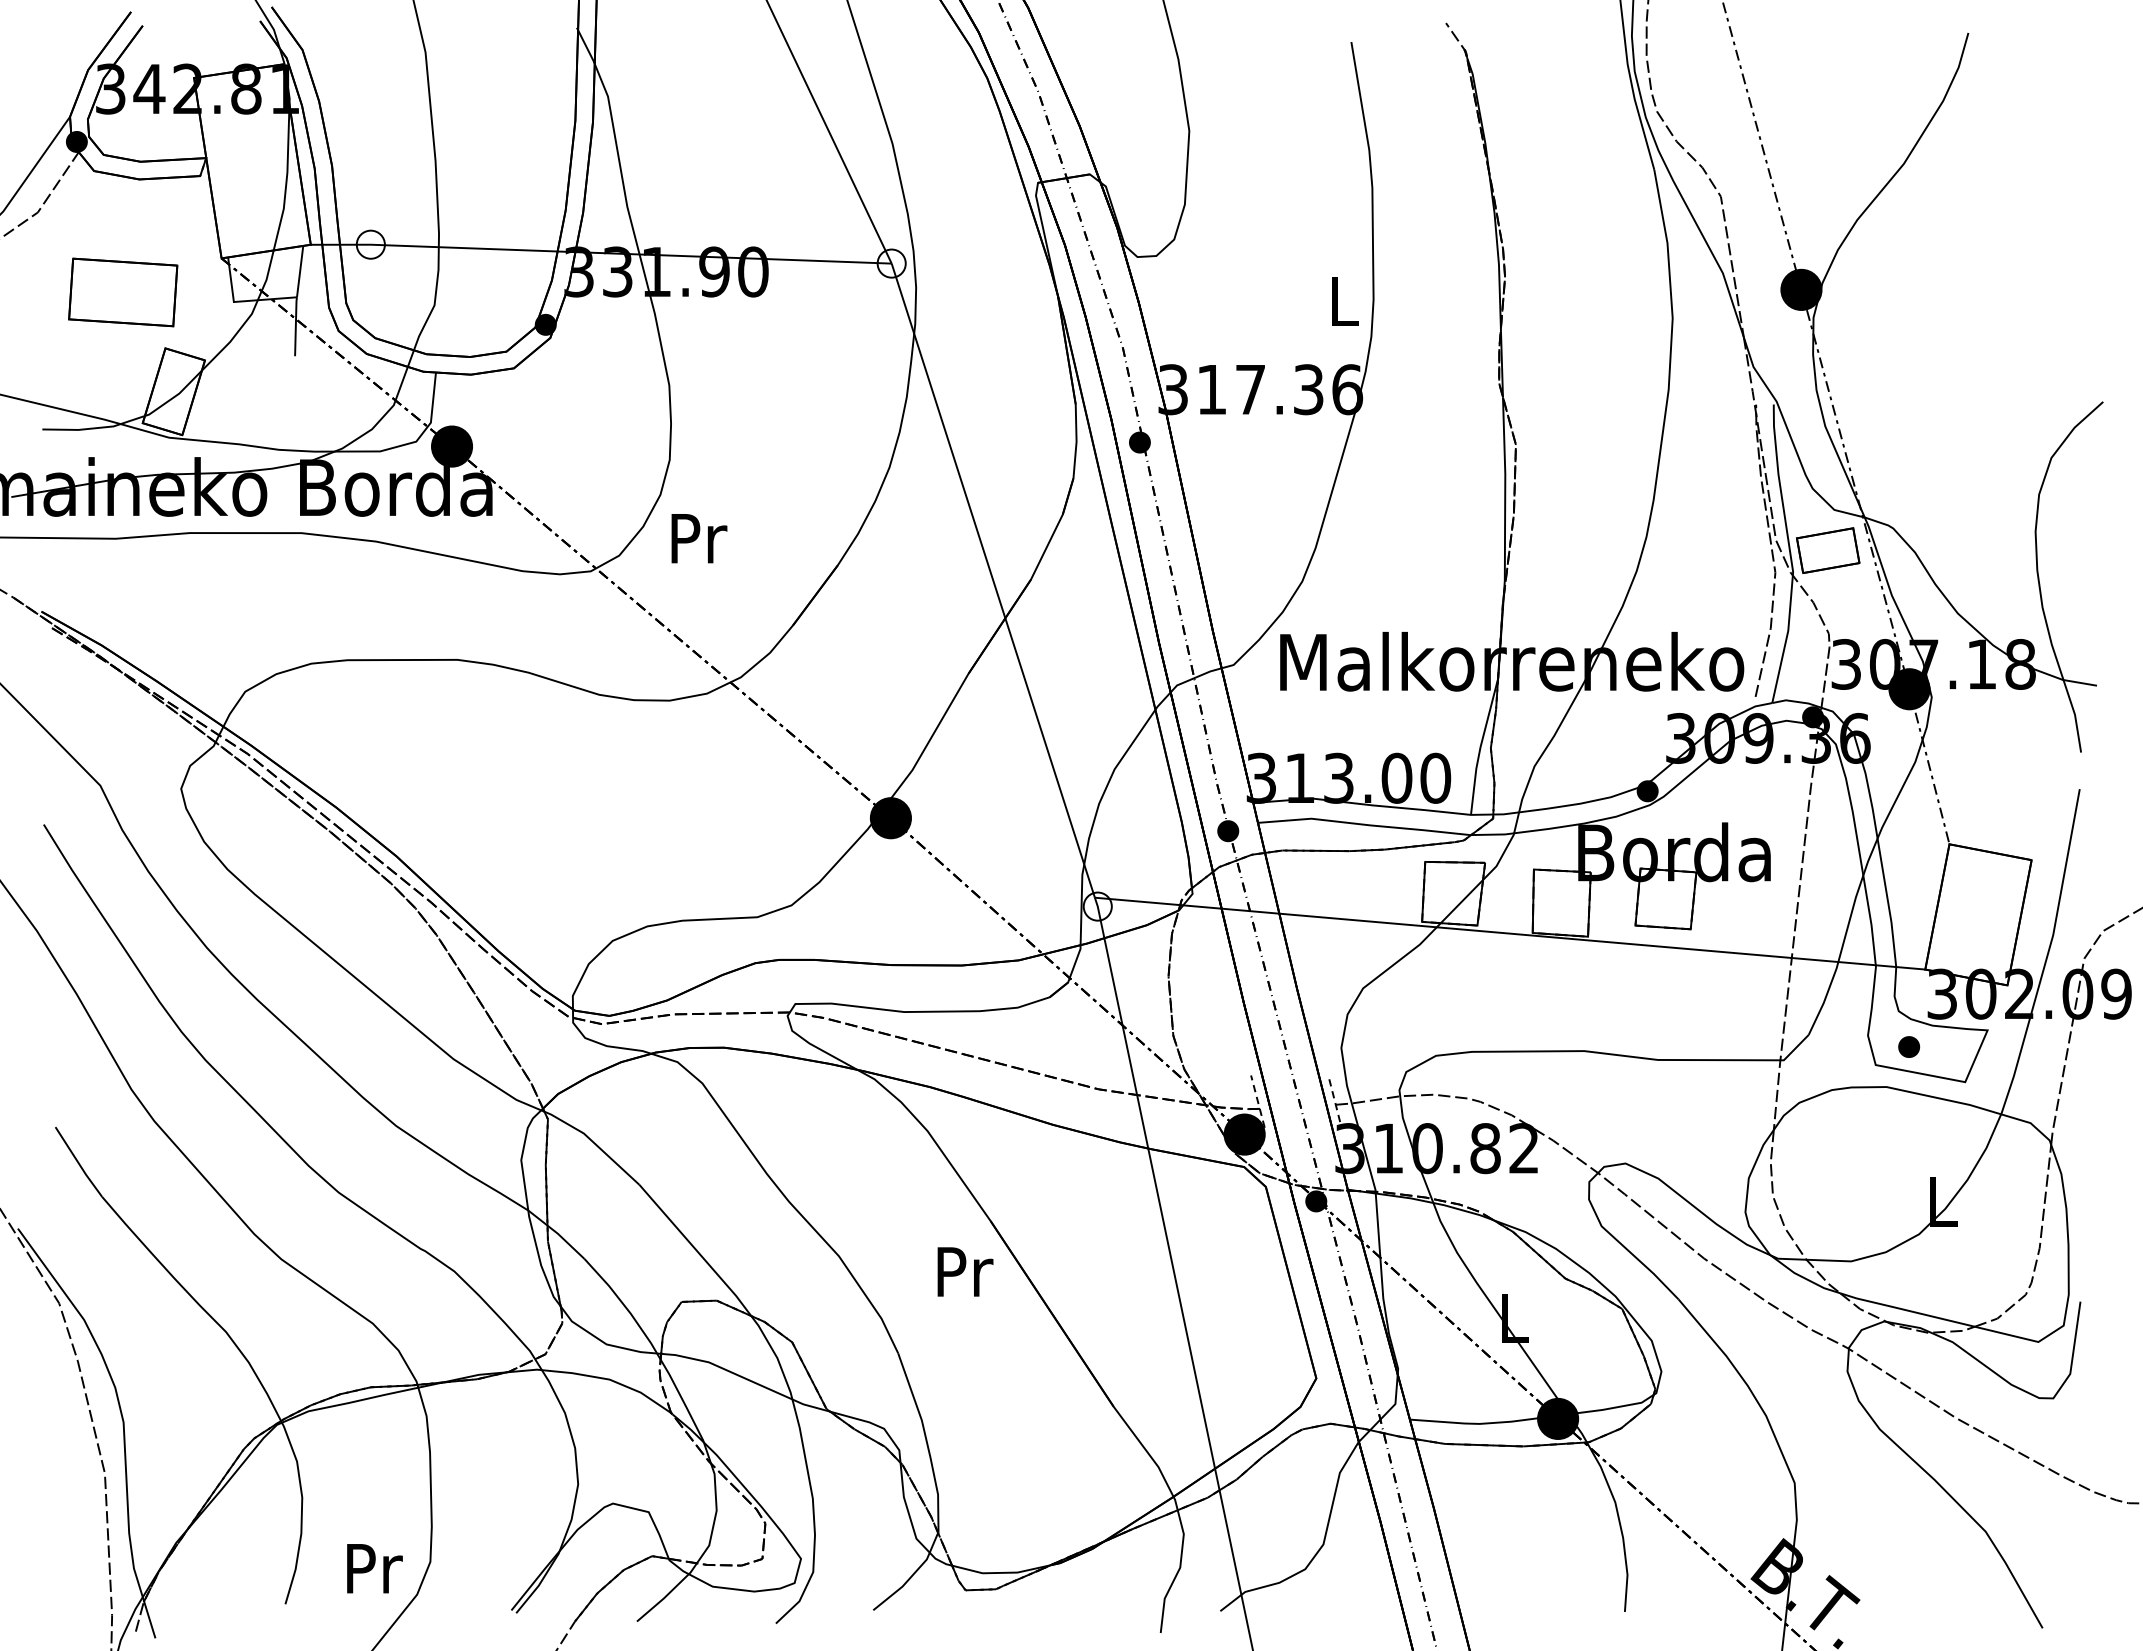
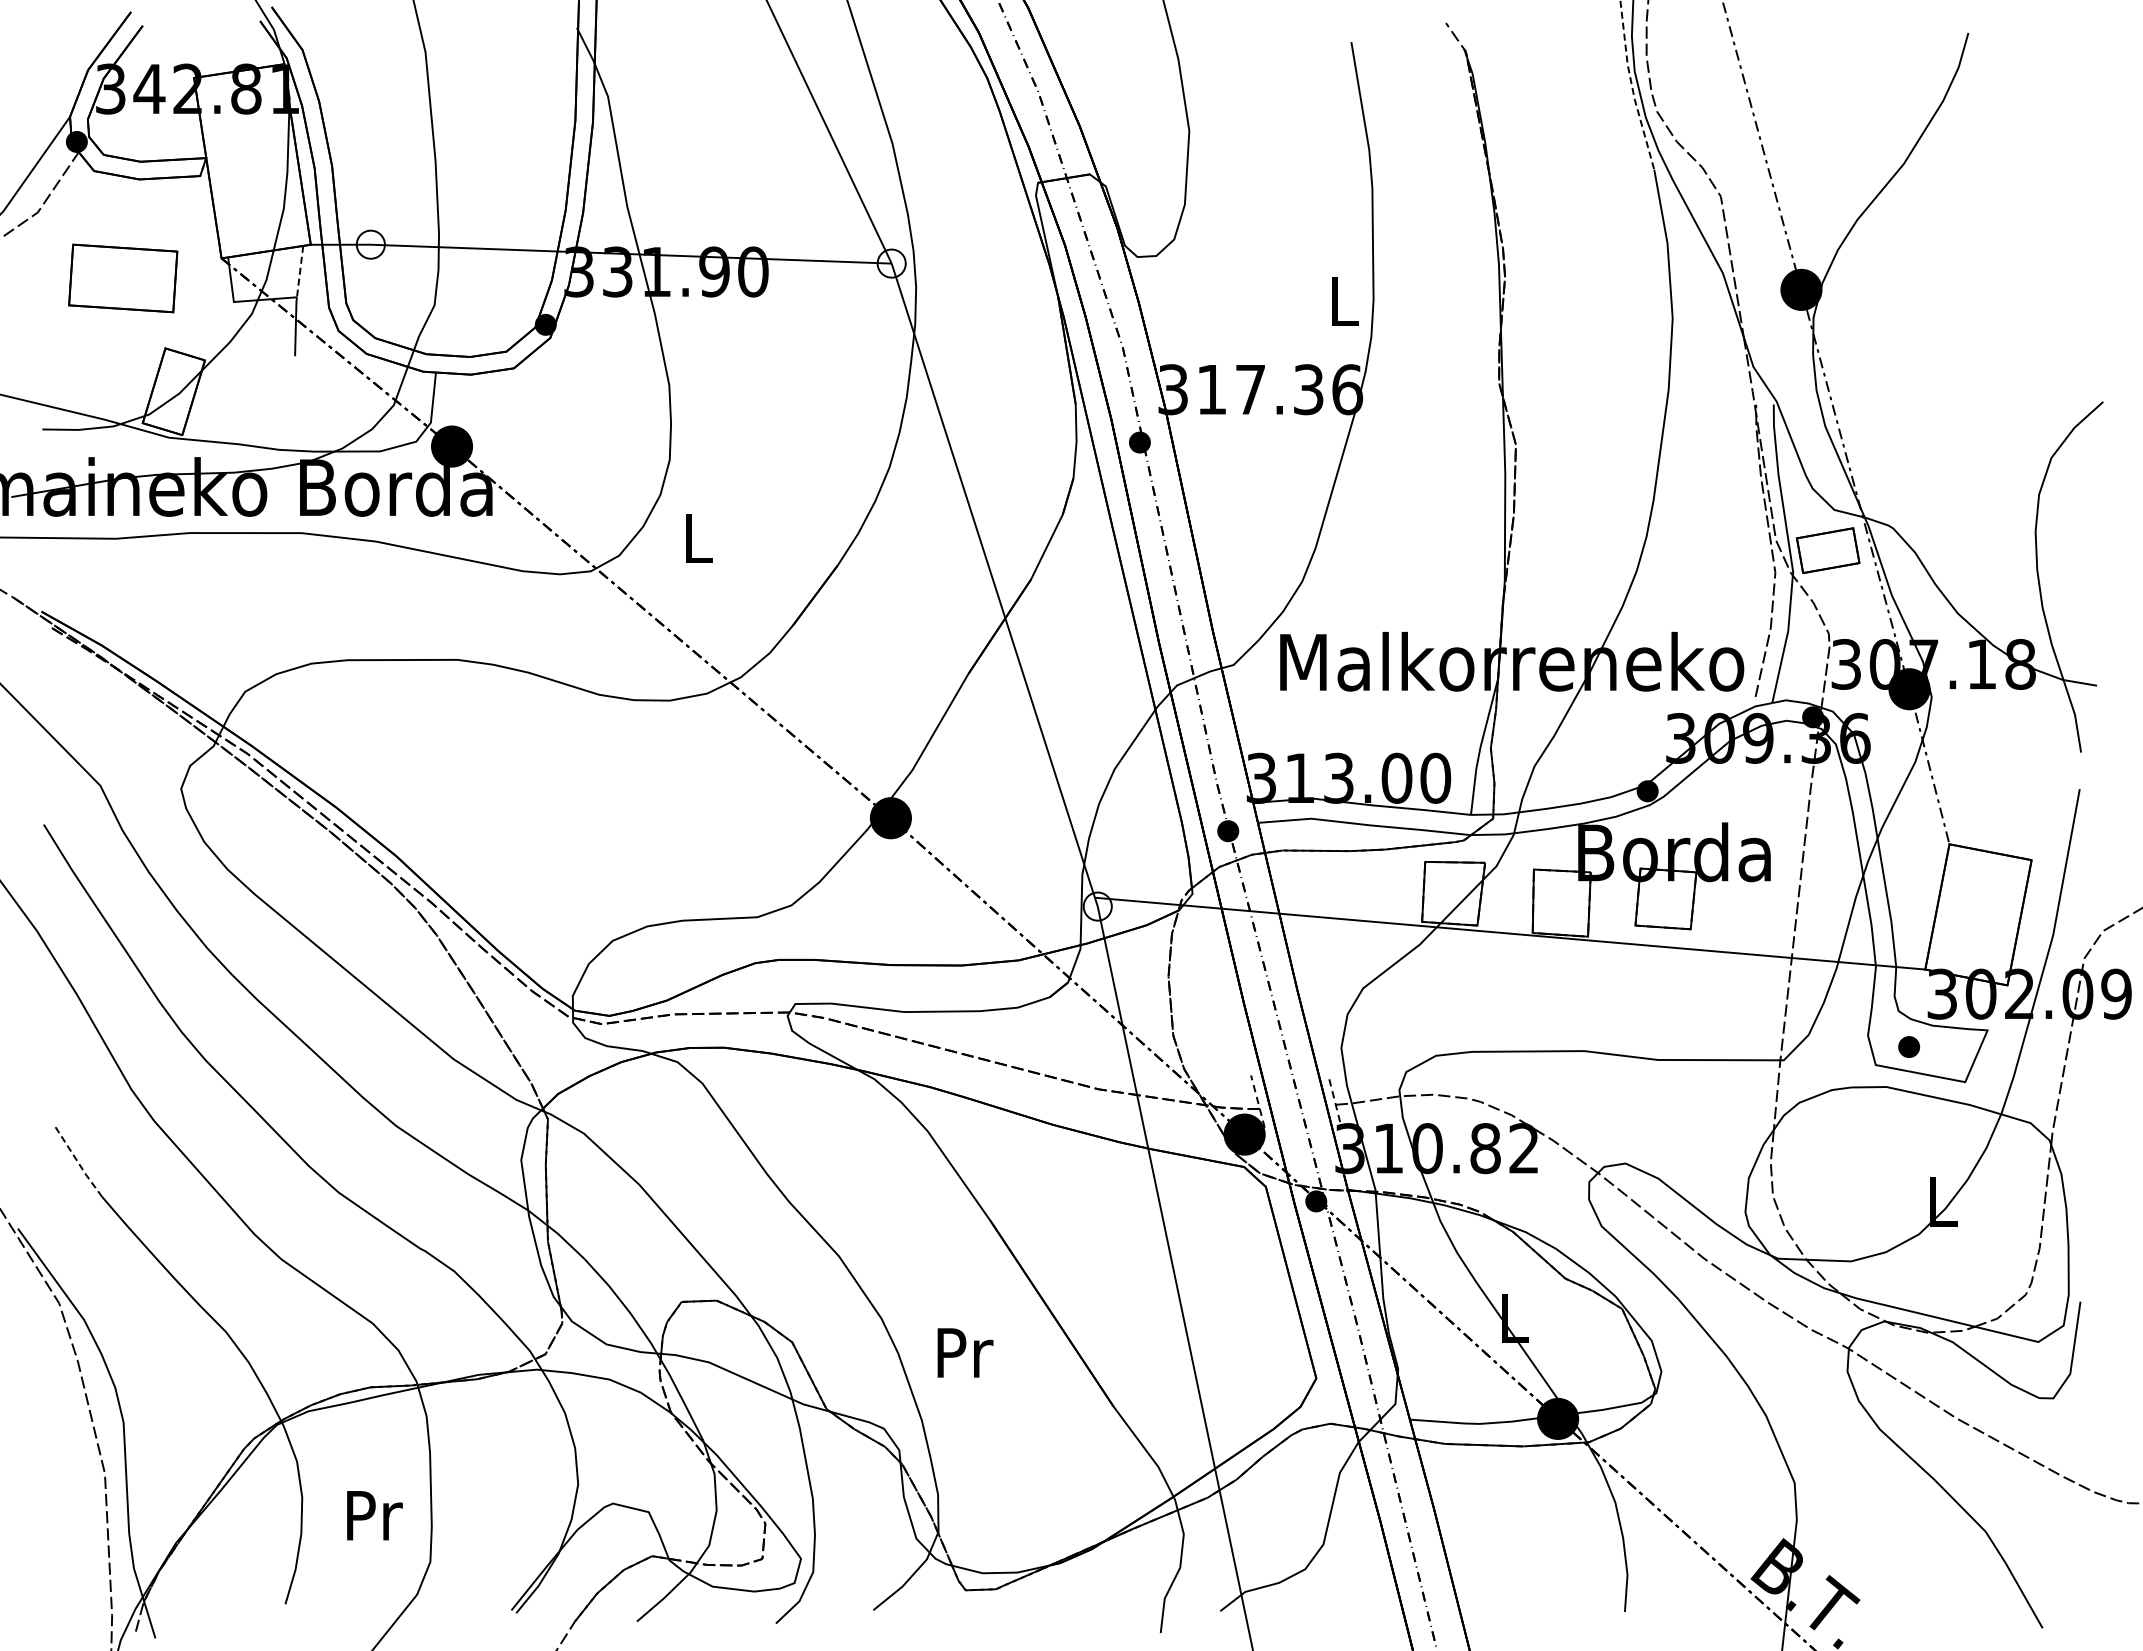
line at (1632, 86): solid -> dashed
line at (300, 271): solid -> dashed
part at (123, 292) position: (123, 292) -> (123, 278)
text at (699, 538): Pr -> L
line at (78, 1163): solid -> dashed
text at (965, 1271) position: (965, 1271) -> (965, 1352)
text at (374, 1568) position: (374, 1568) -> (374, 1515)
